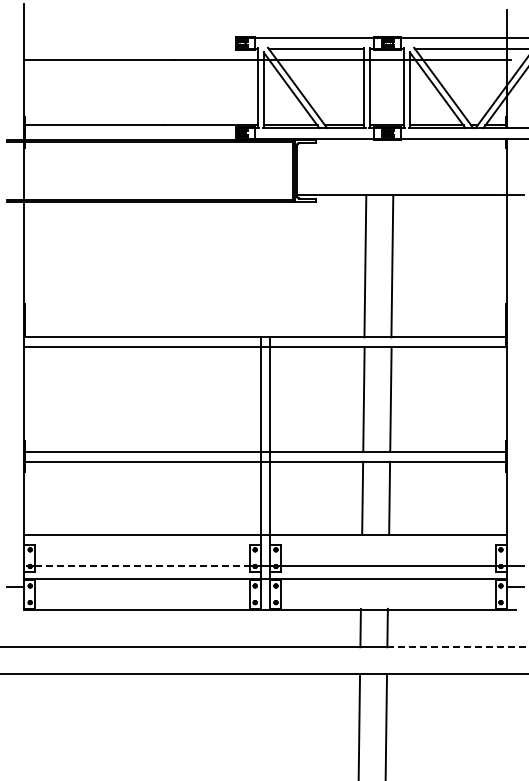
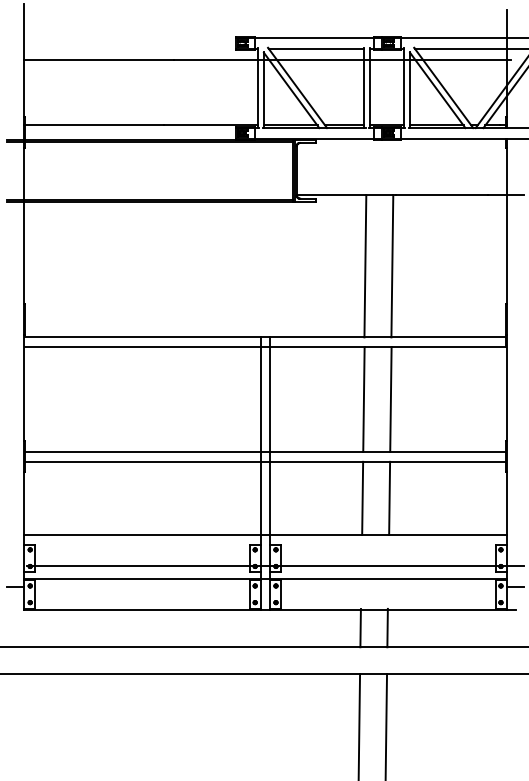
line at (143, 566): dashed -> solid
line at (458, 647): dashed -> solid
